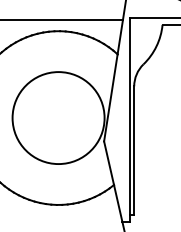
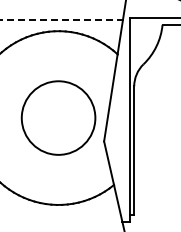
line at (61, 20): solid -> dashed
circle at (58, 118) diameter: 92 px -> 74 px
